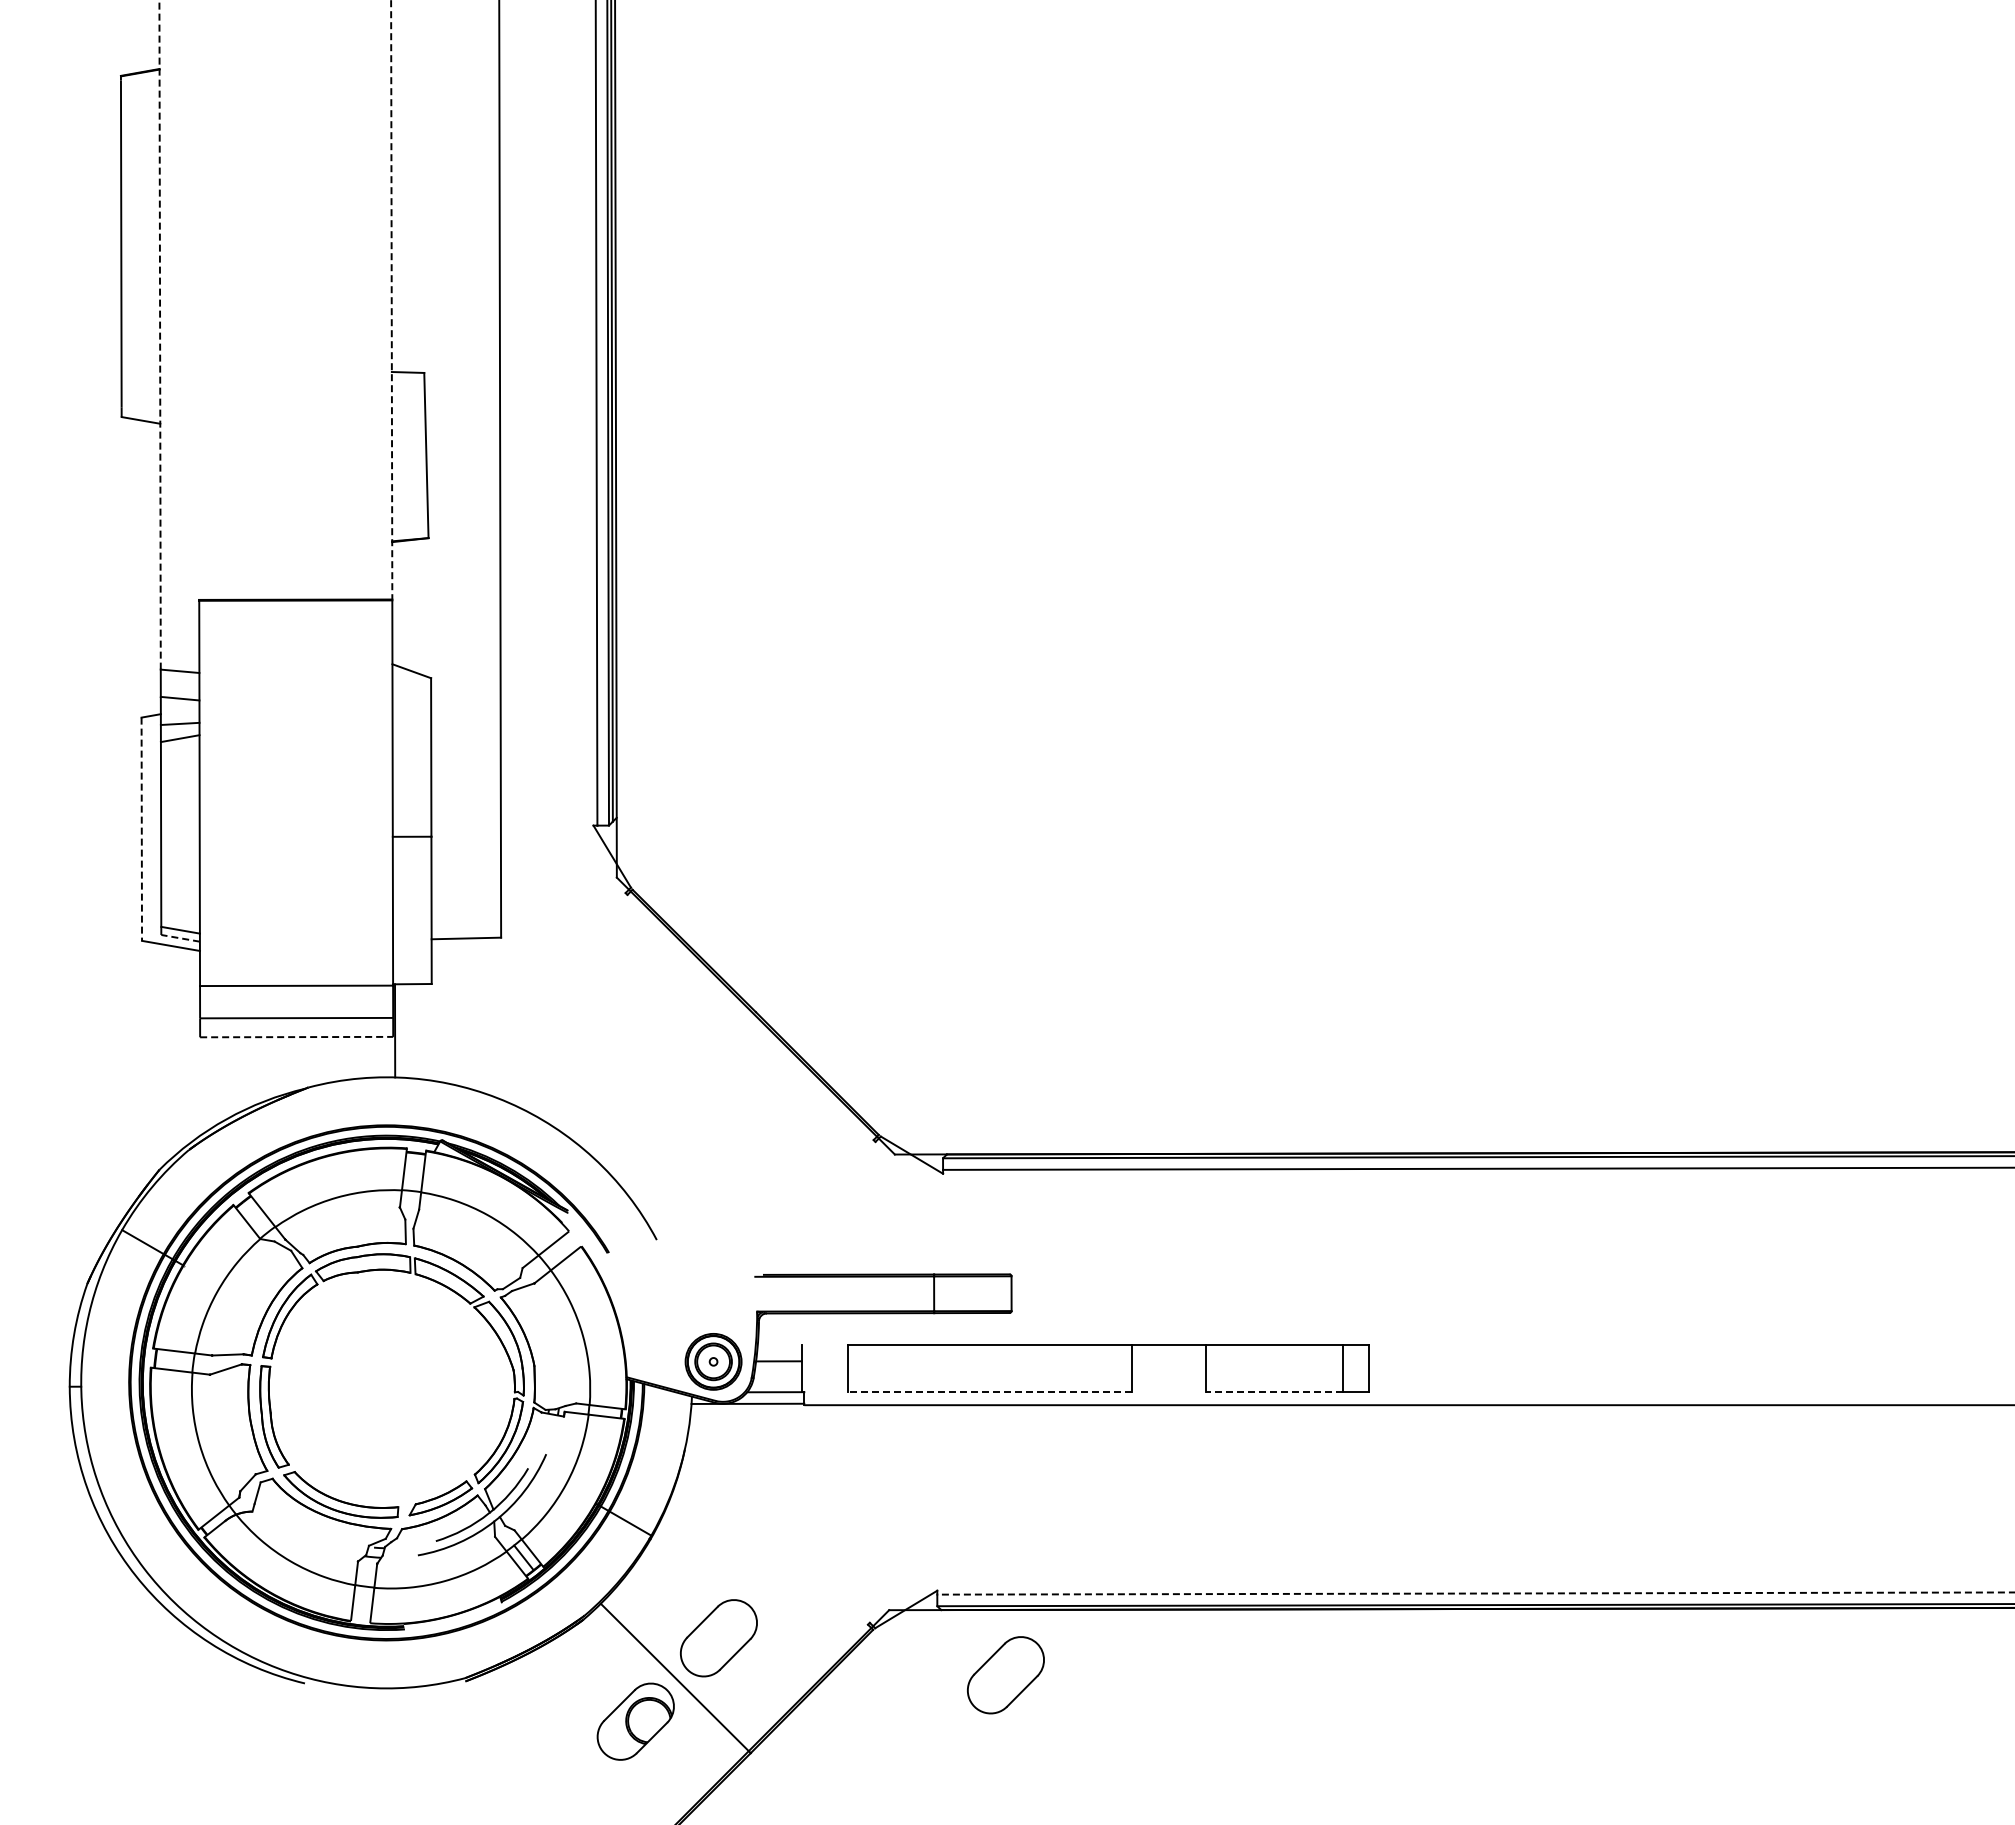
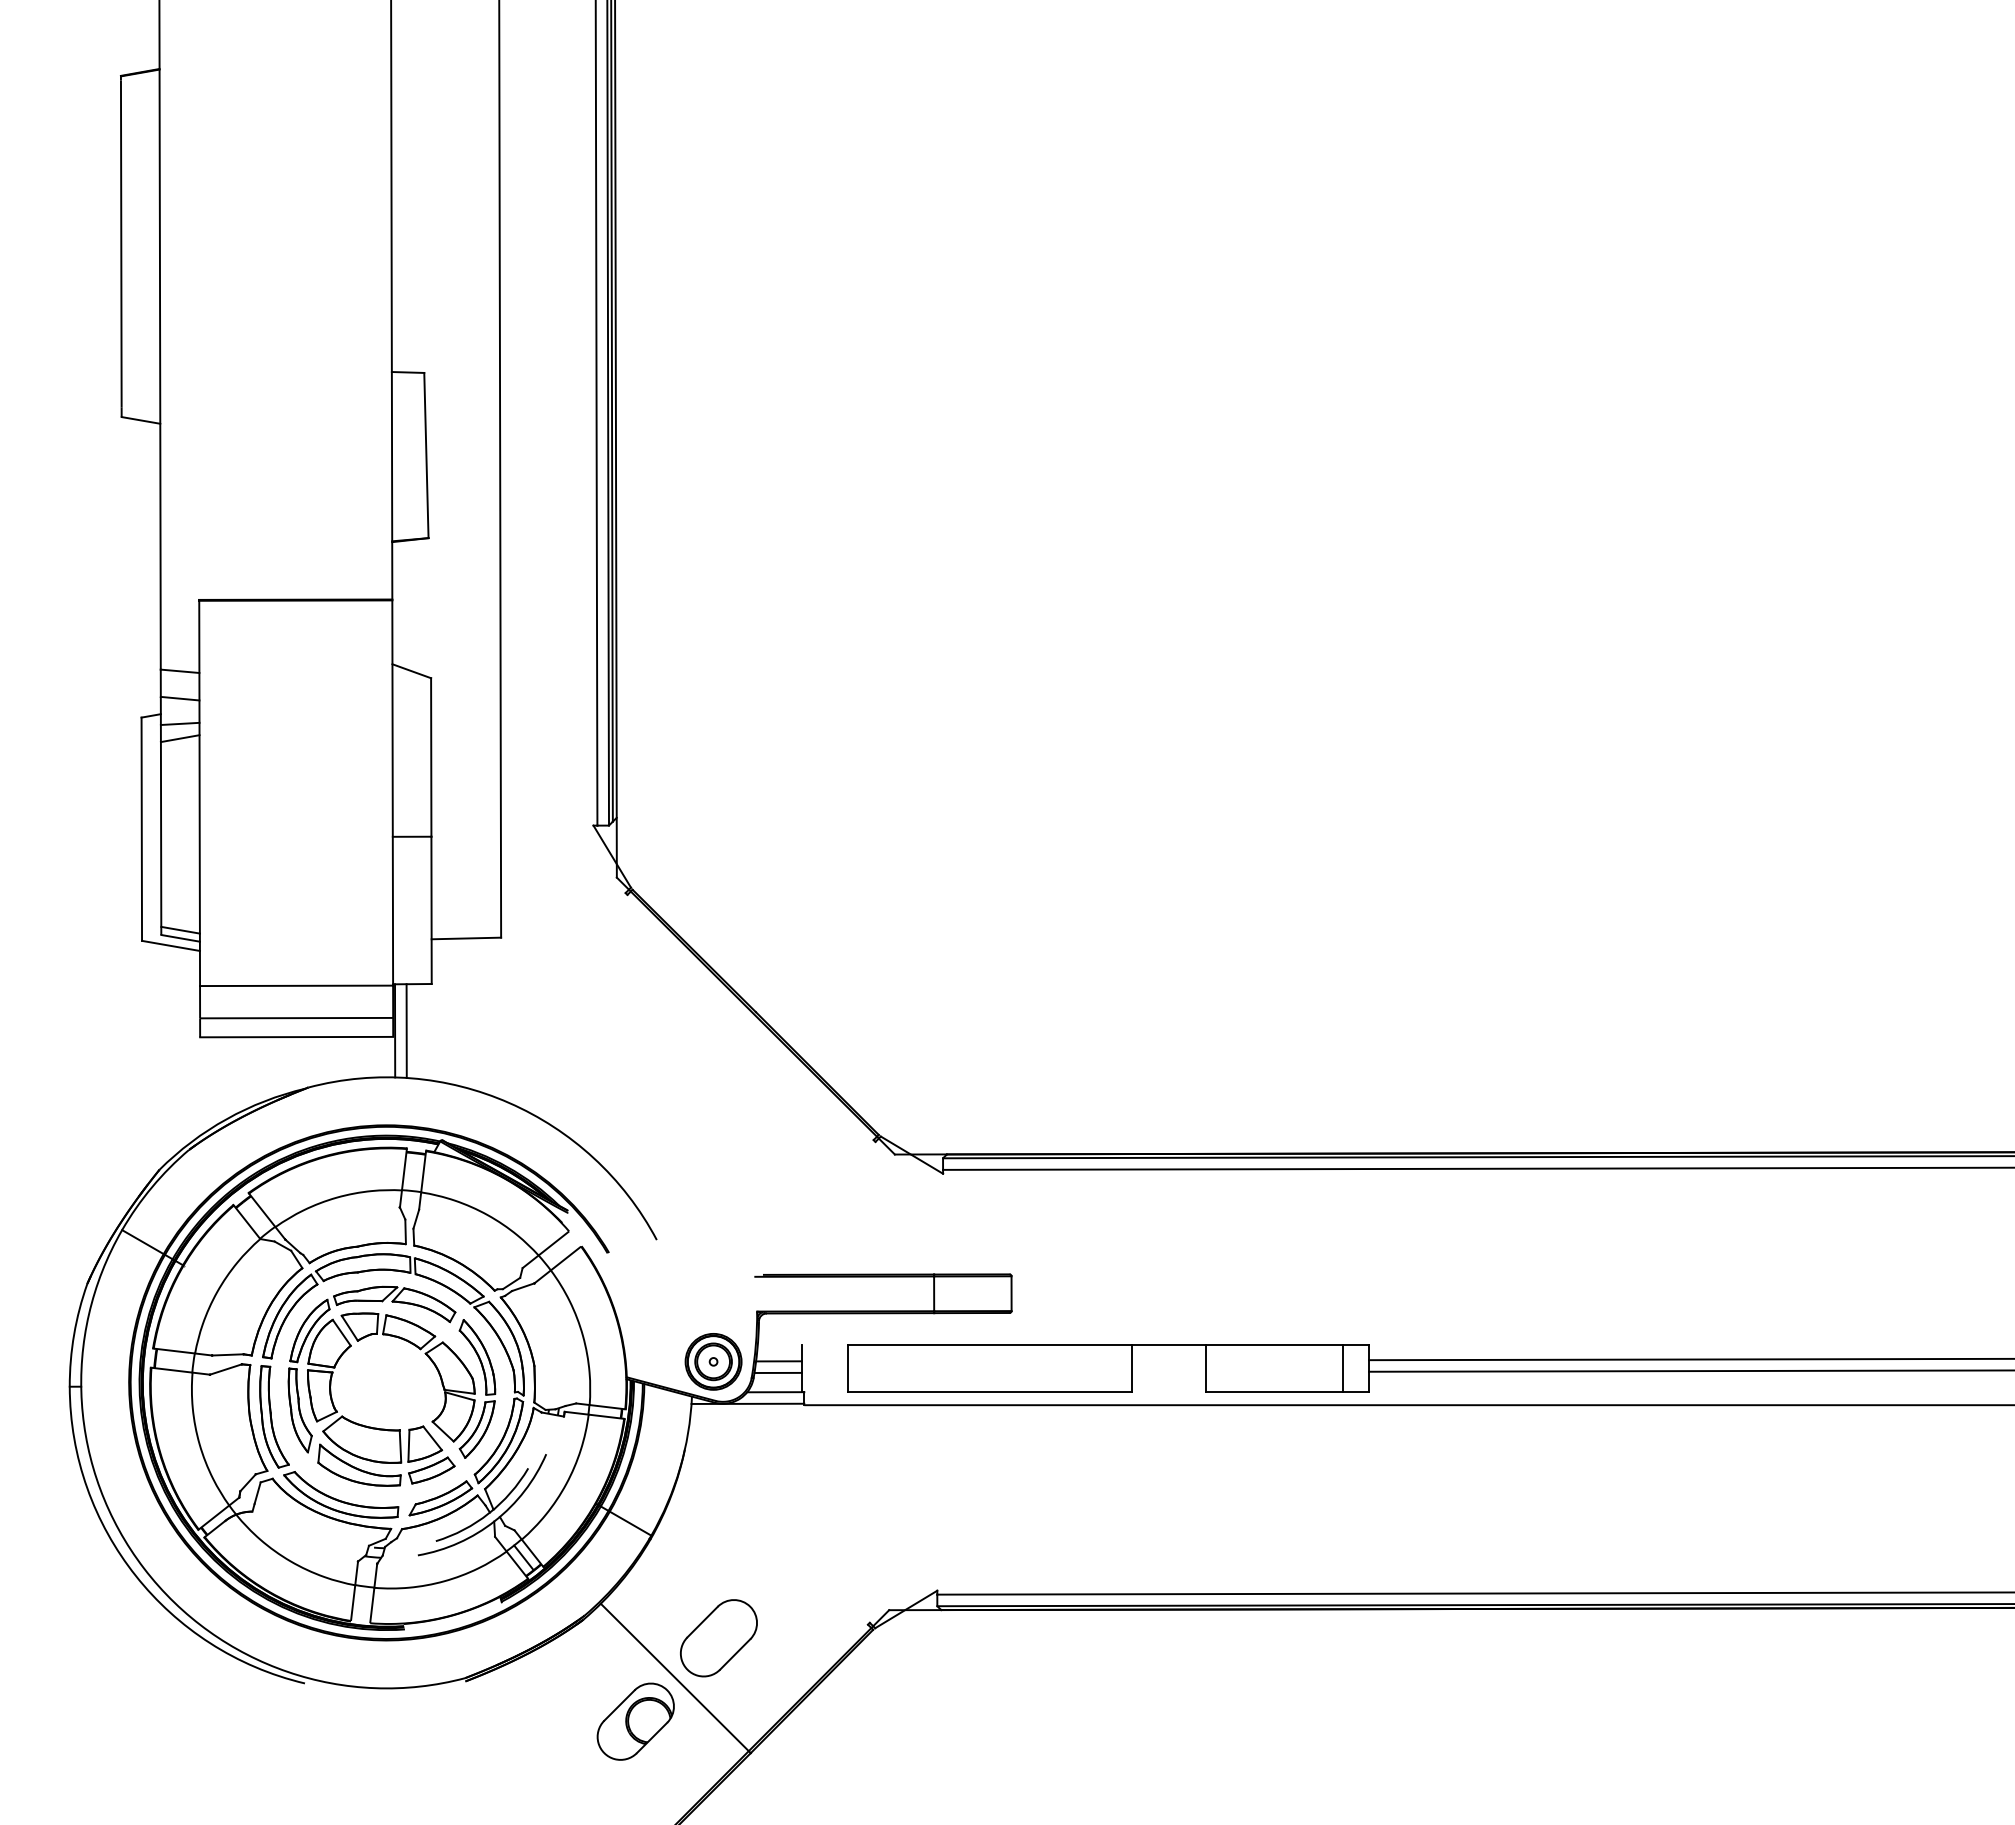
line at (391, 299): dashed -> solid
line at (160, 334): dashed -> solid
line at (141, 829): dashed -> solid
line at (180, 938): dashed -> solid
line at (406, 1031): none -> present
line at (296, 1037): dashed -> solid
line at (1689, 1359): none -> present
line at (1689, 1370): none -> present
line at (777, 1372): none -> present
line at (989, 1391): dashed -> solid
line at (1274, 1391): dashed -> solid
part at (384, 1428): none -> present
line at (1475, 1593): dashed -> solid
part at (1005, 1675): present -> none
